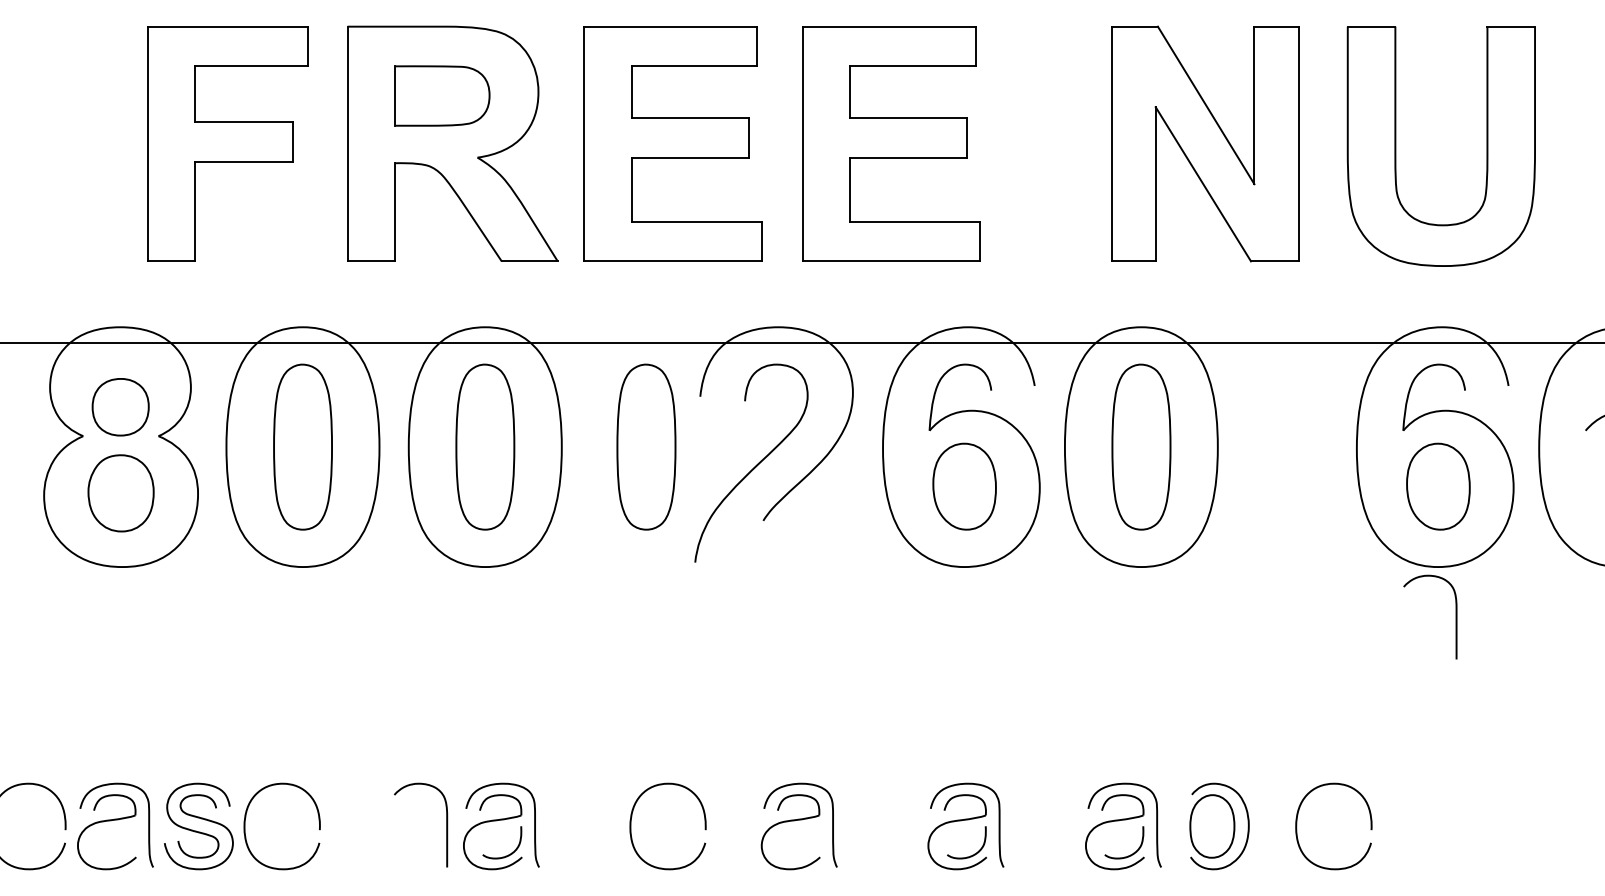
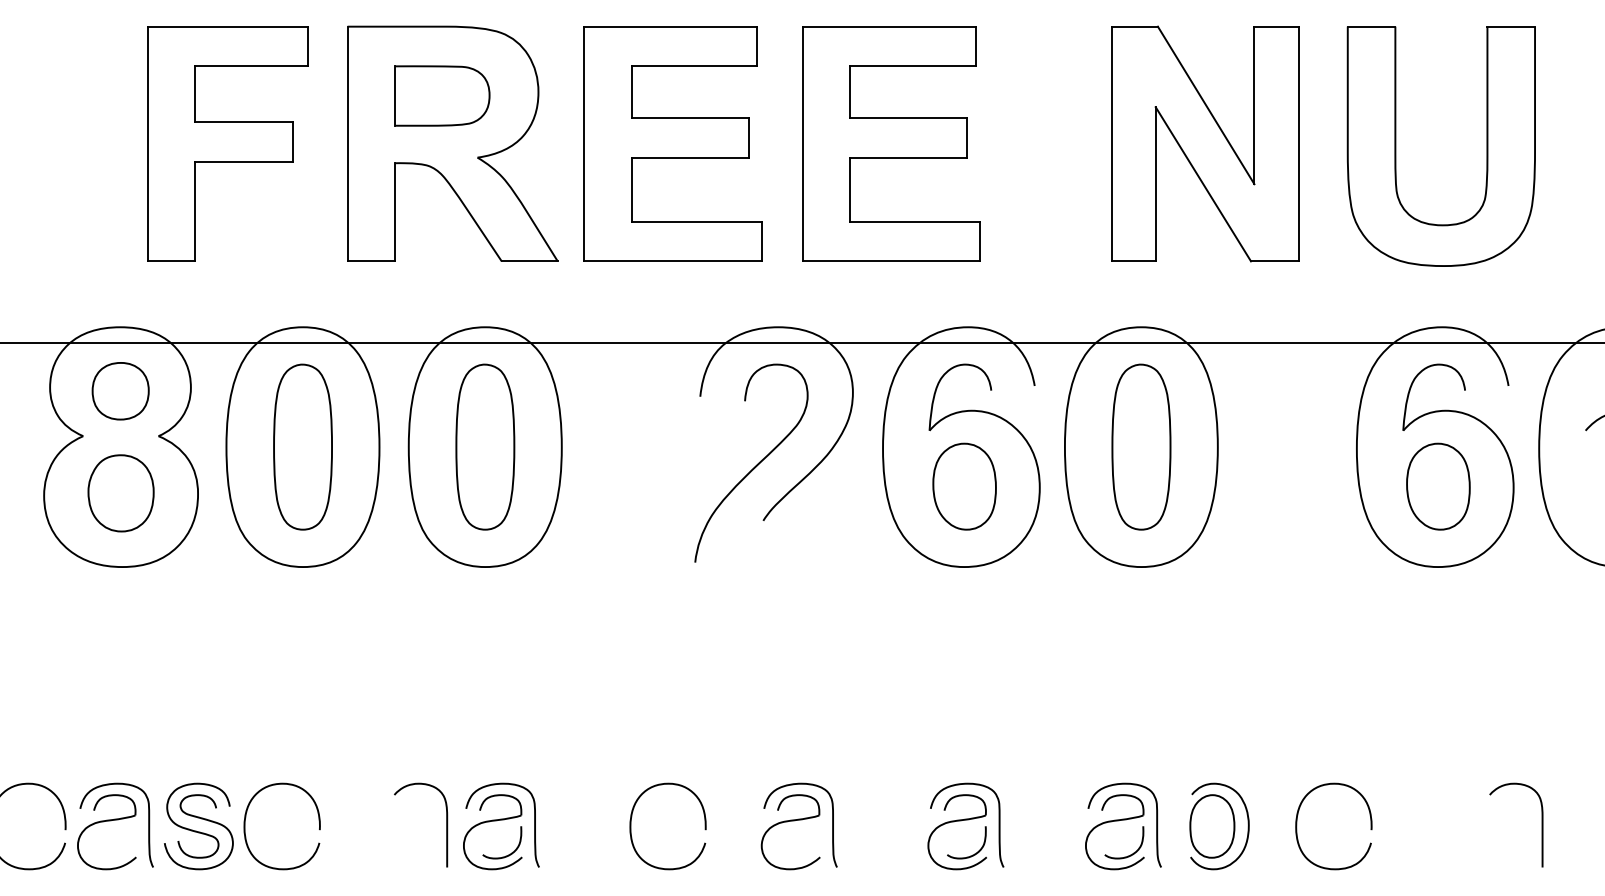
part at (120, 407) position: (120, 407) -> (120, 391)
part at (646, 446): present -> none
curve at (1455, 616) position: (1455, 616) -> (1541, 824)
